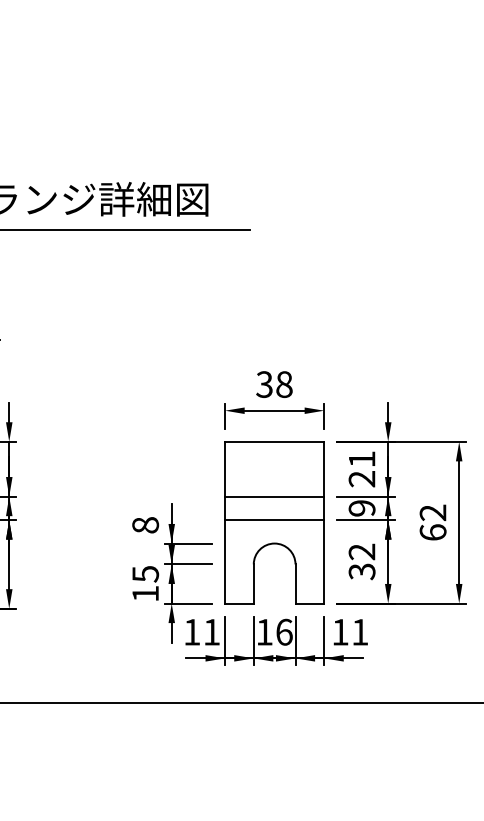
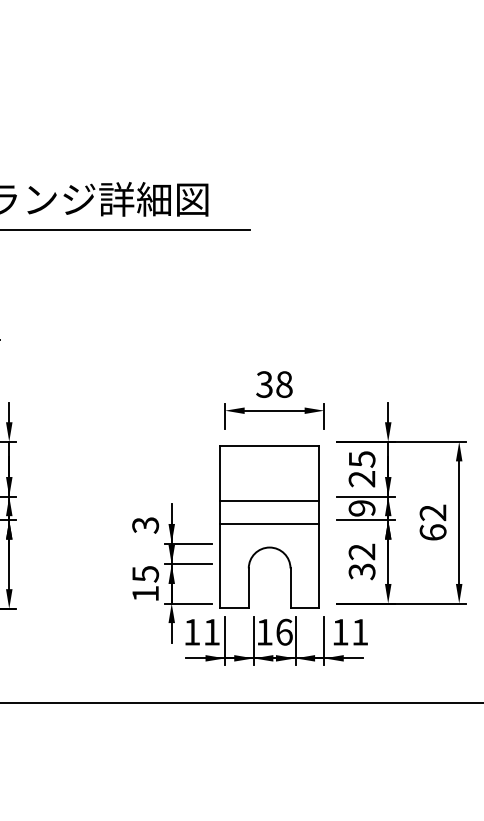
text at (362, 459): 21 -> 25
part at (274, 522) position: (274, 522) -> (269, 526)
text at (145, 525): 8 -> 3
